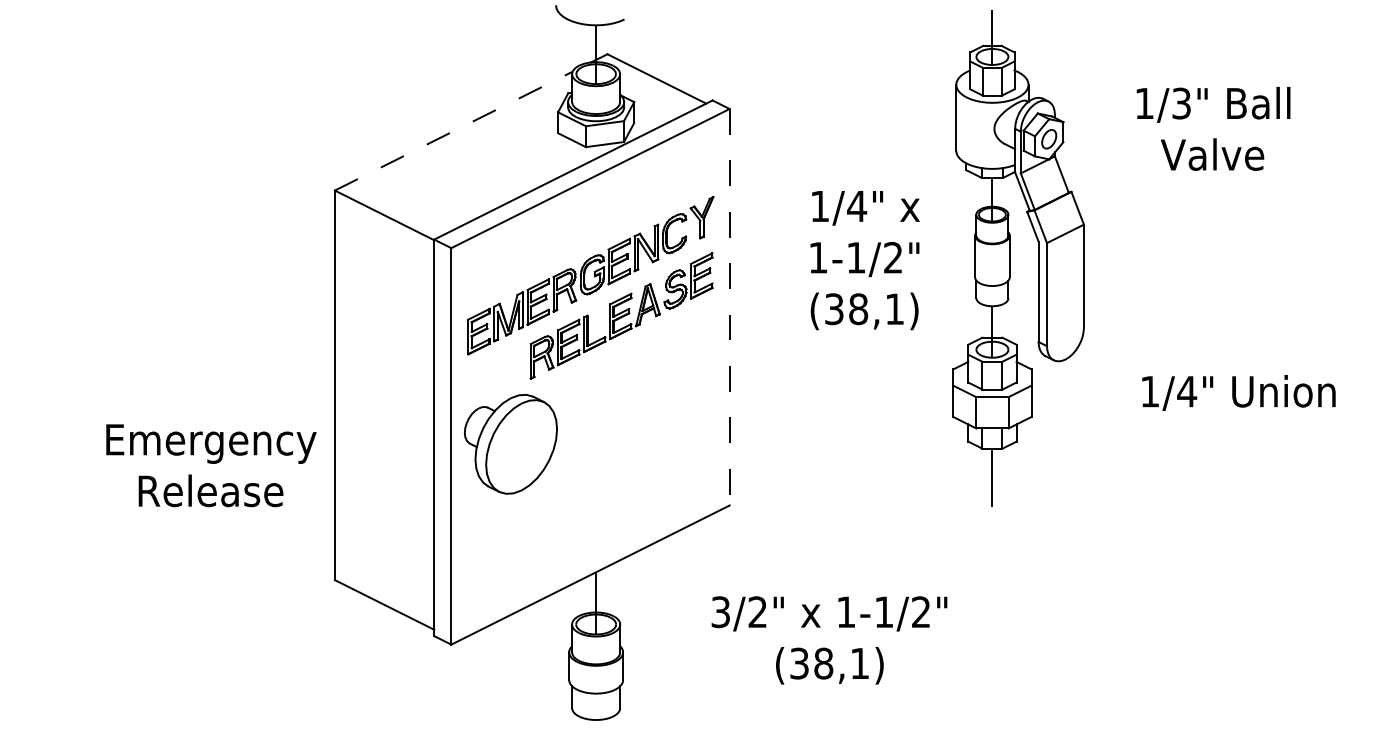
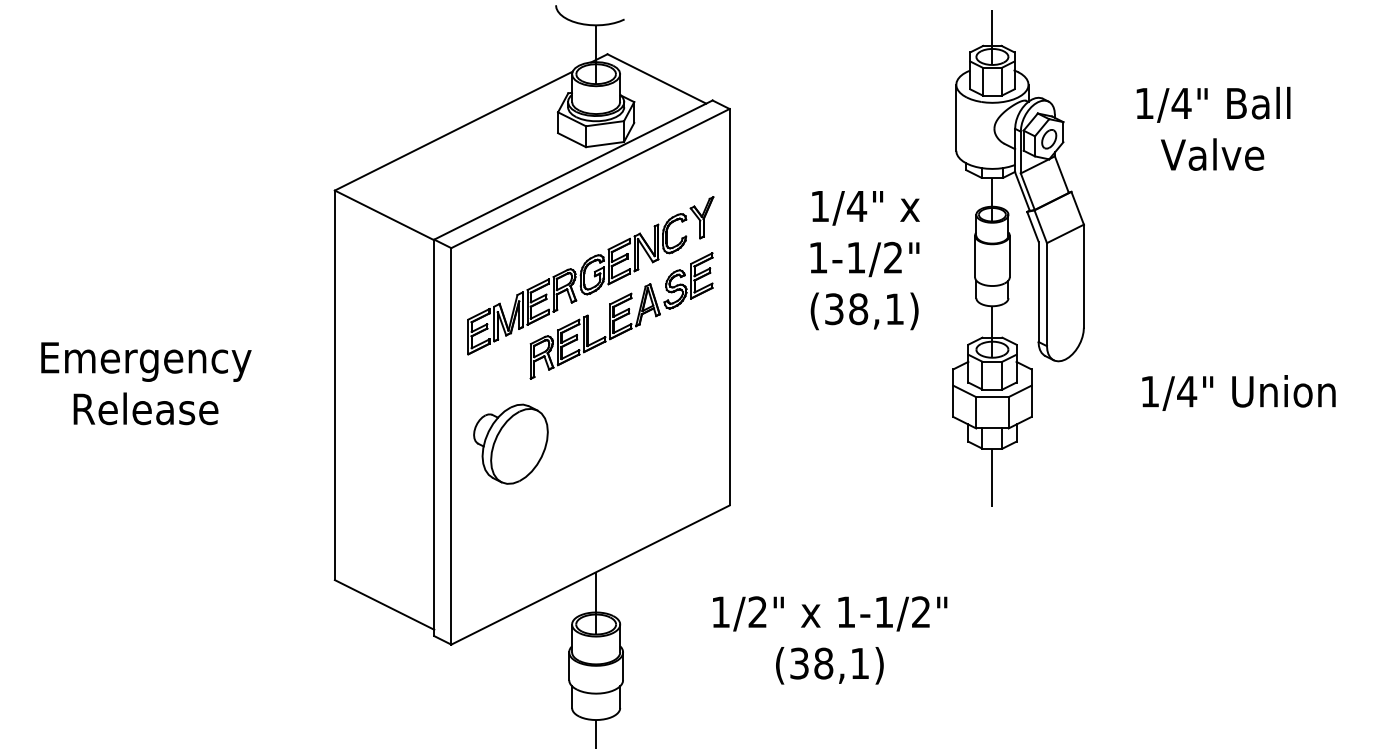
text at (1181, 103): 1/3" -> 1/4"
line at (453, 131): dashed -> solid
line at (729, 307): dashed -> solid
part at (510, 443) size: 94x102 px -> 76x82 px
text at (211, 465) position: (211, 465) -> (146, 383)
text at (720, 612): 3/2" -> 1/2"
line at (596, 732): none -> present
